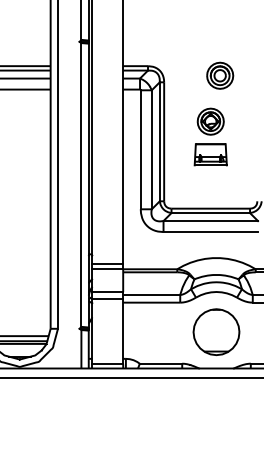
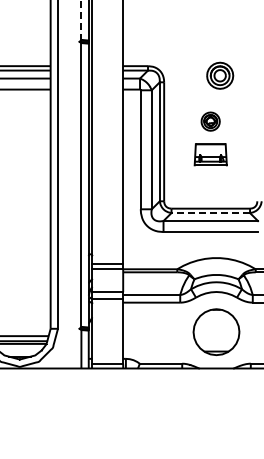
line at (81, 20): solid -> dashed
part at (210, 121) size: 29x29 px -> 21x21 px
line at (210, 213): solid -> dashed
line at (131, 377): present -> none
